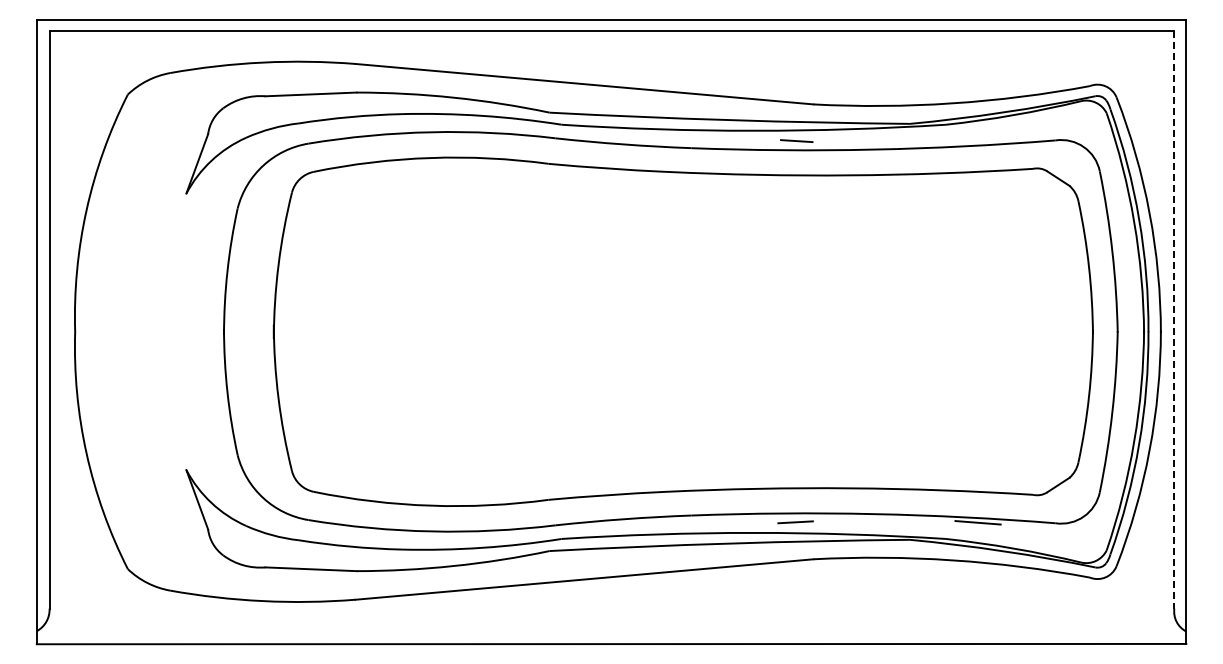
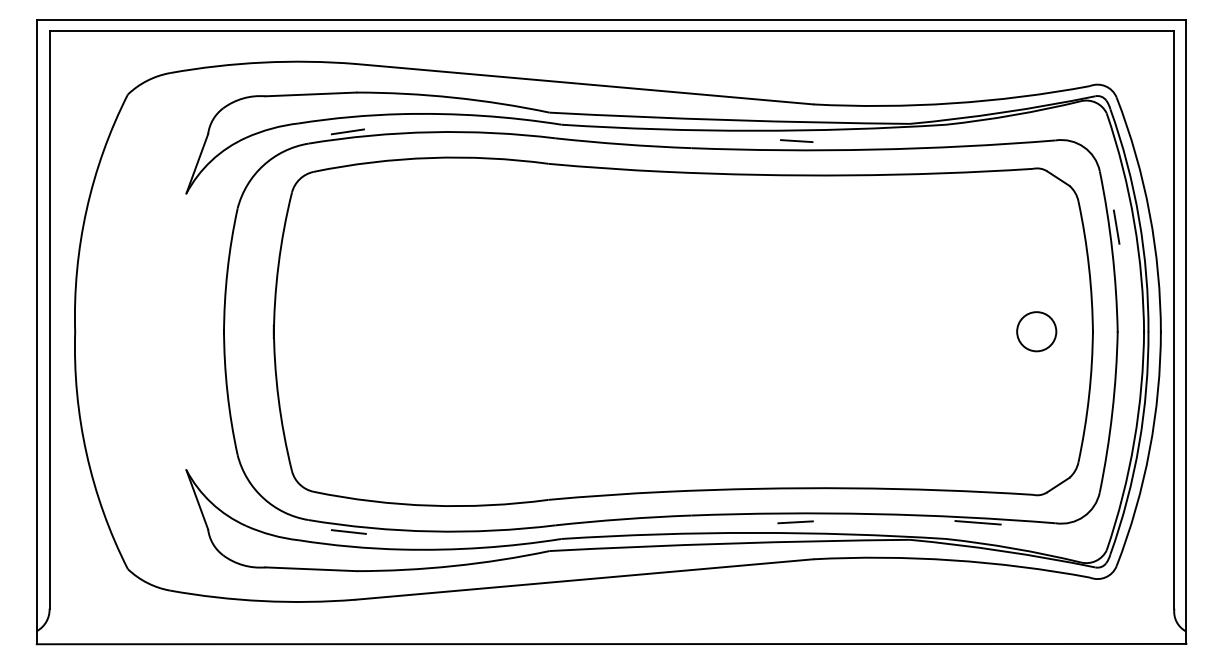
line at (347, 131): none -> present
line at (1116, 226): none -> present
line at (1174, 320): dashed -> solid
circle at (1036, 331): none -> present
line at (348, 531): none -> present
